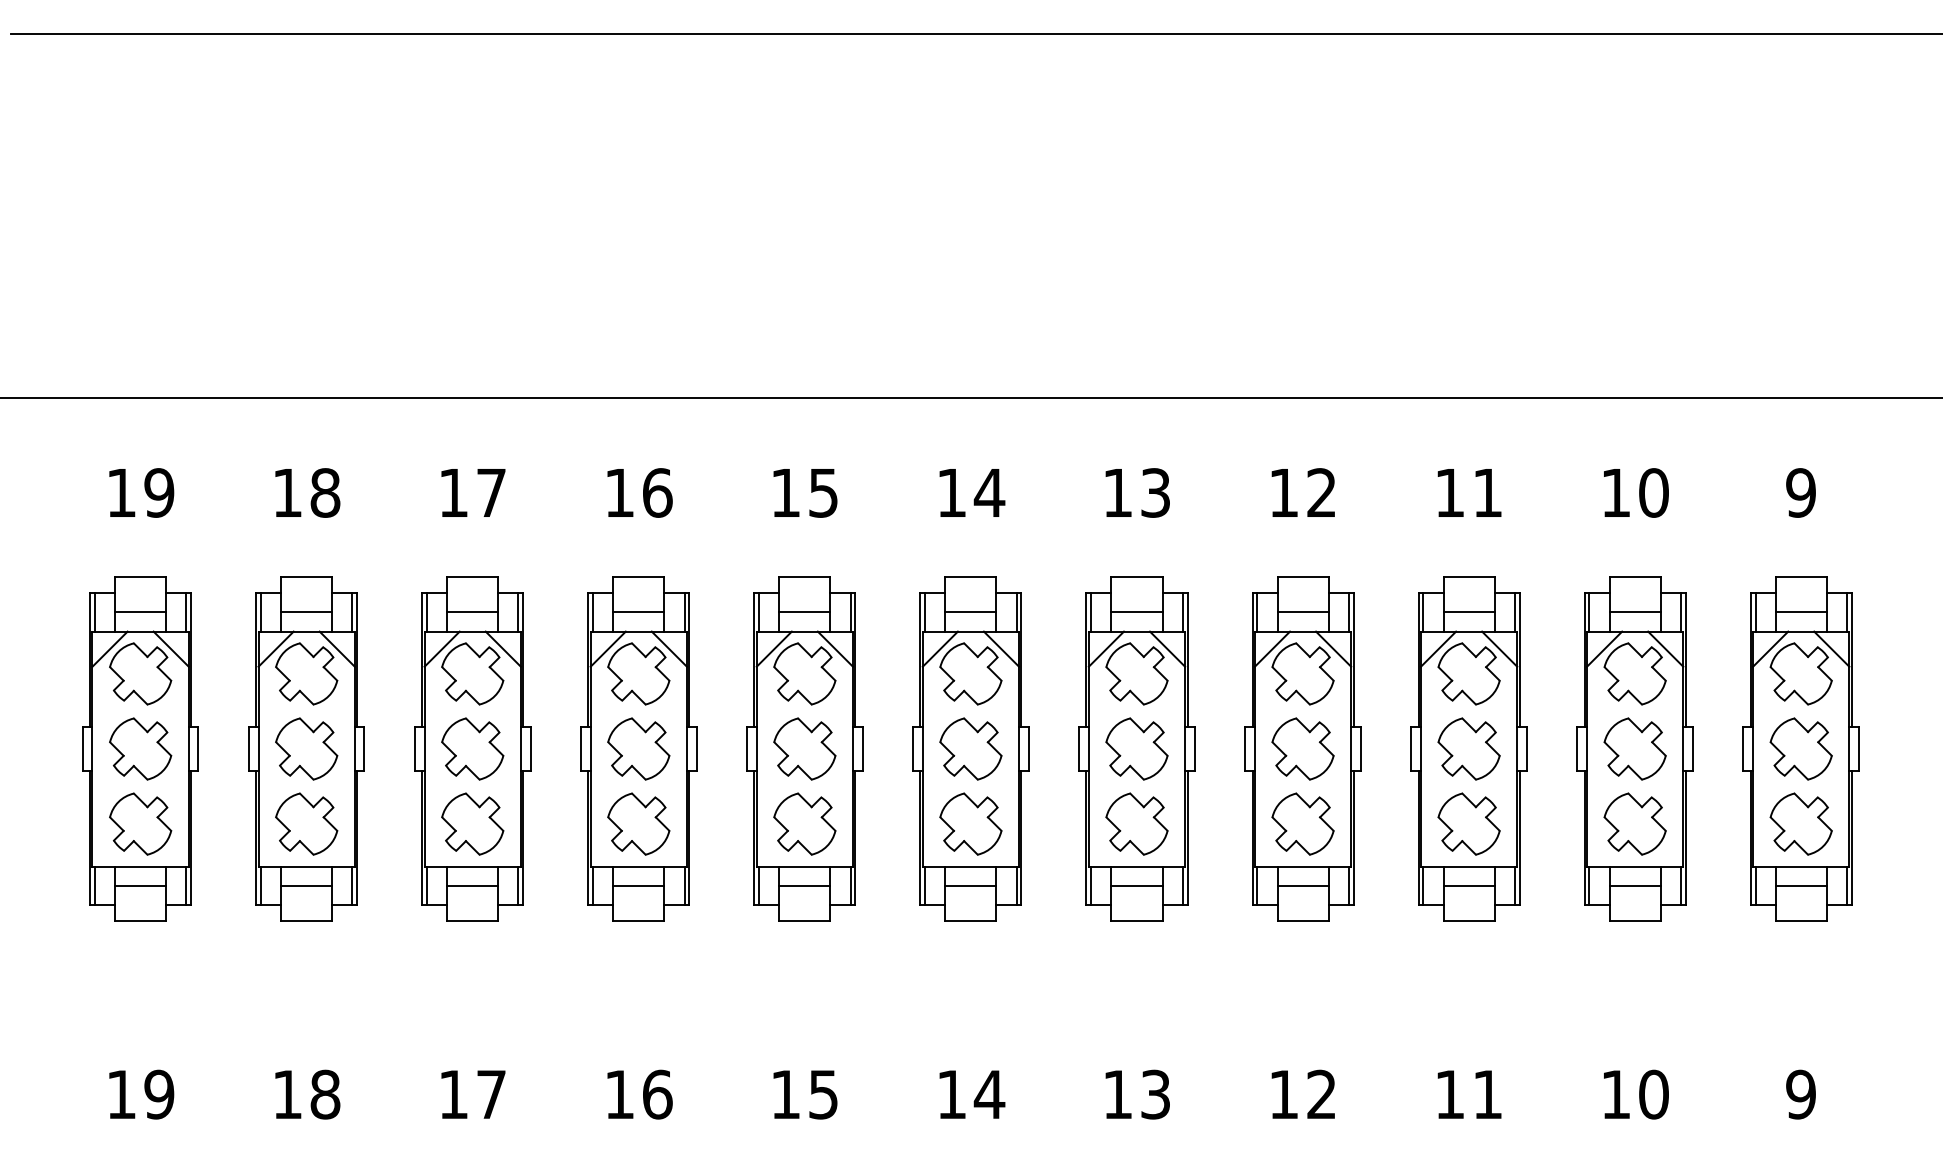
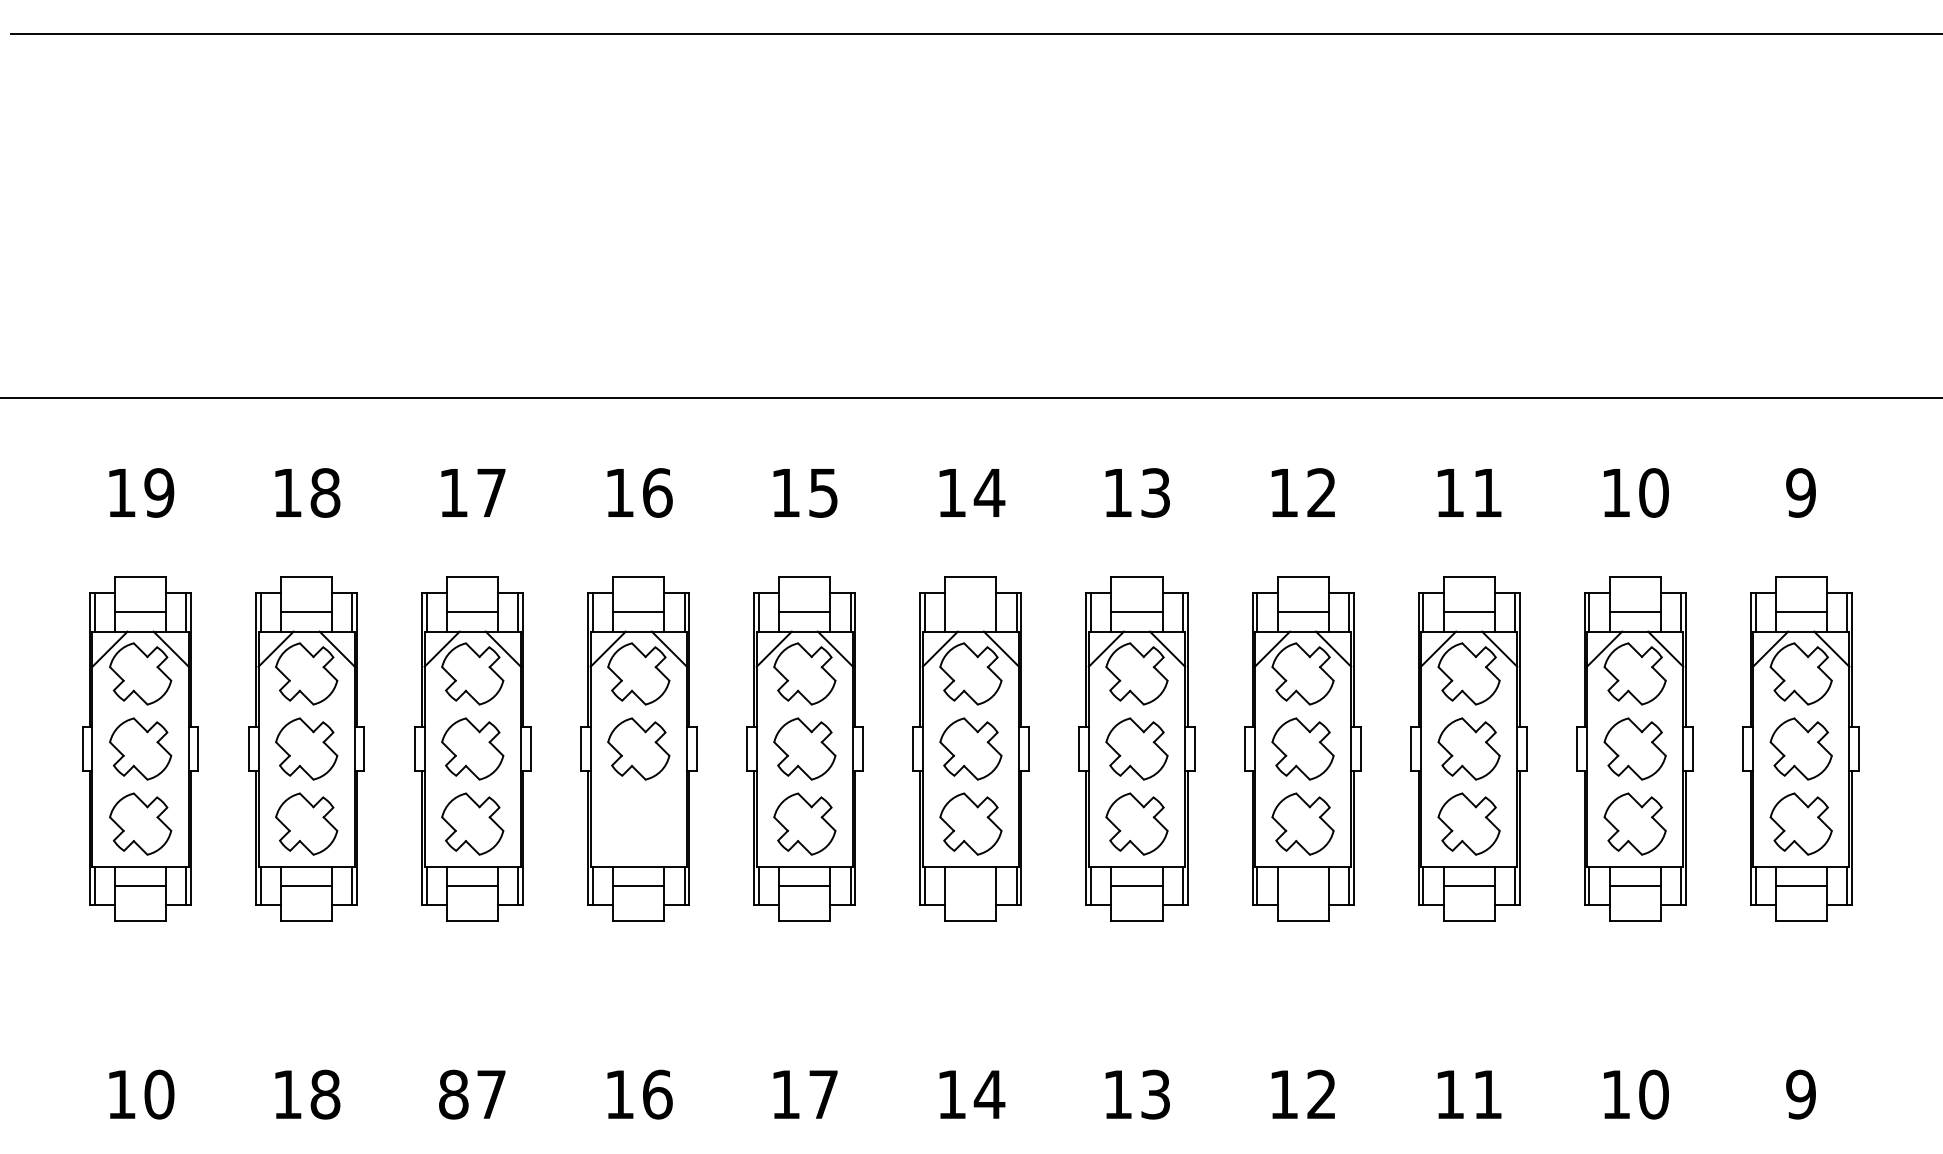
line at (970, 612): present -> none
part at (638, 823): present -> none
line at (970, 885): present -> none
line at (1302, 885): present -> none
text at (159, 1094): 19 -> 10
text at (453, 1094): 17 -> 87
text at (823, 1094): 15 -> 17
